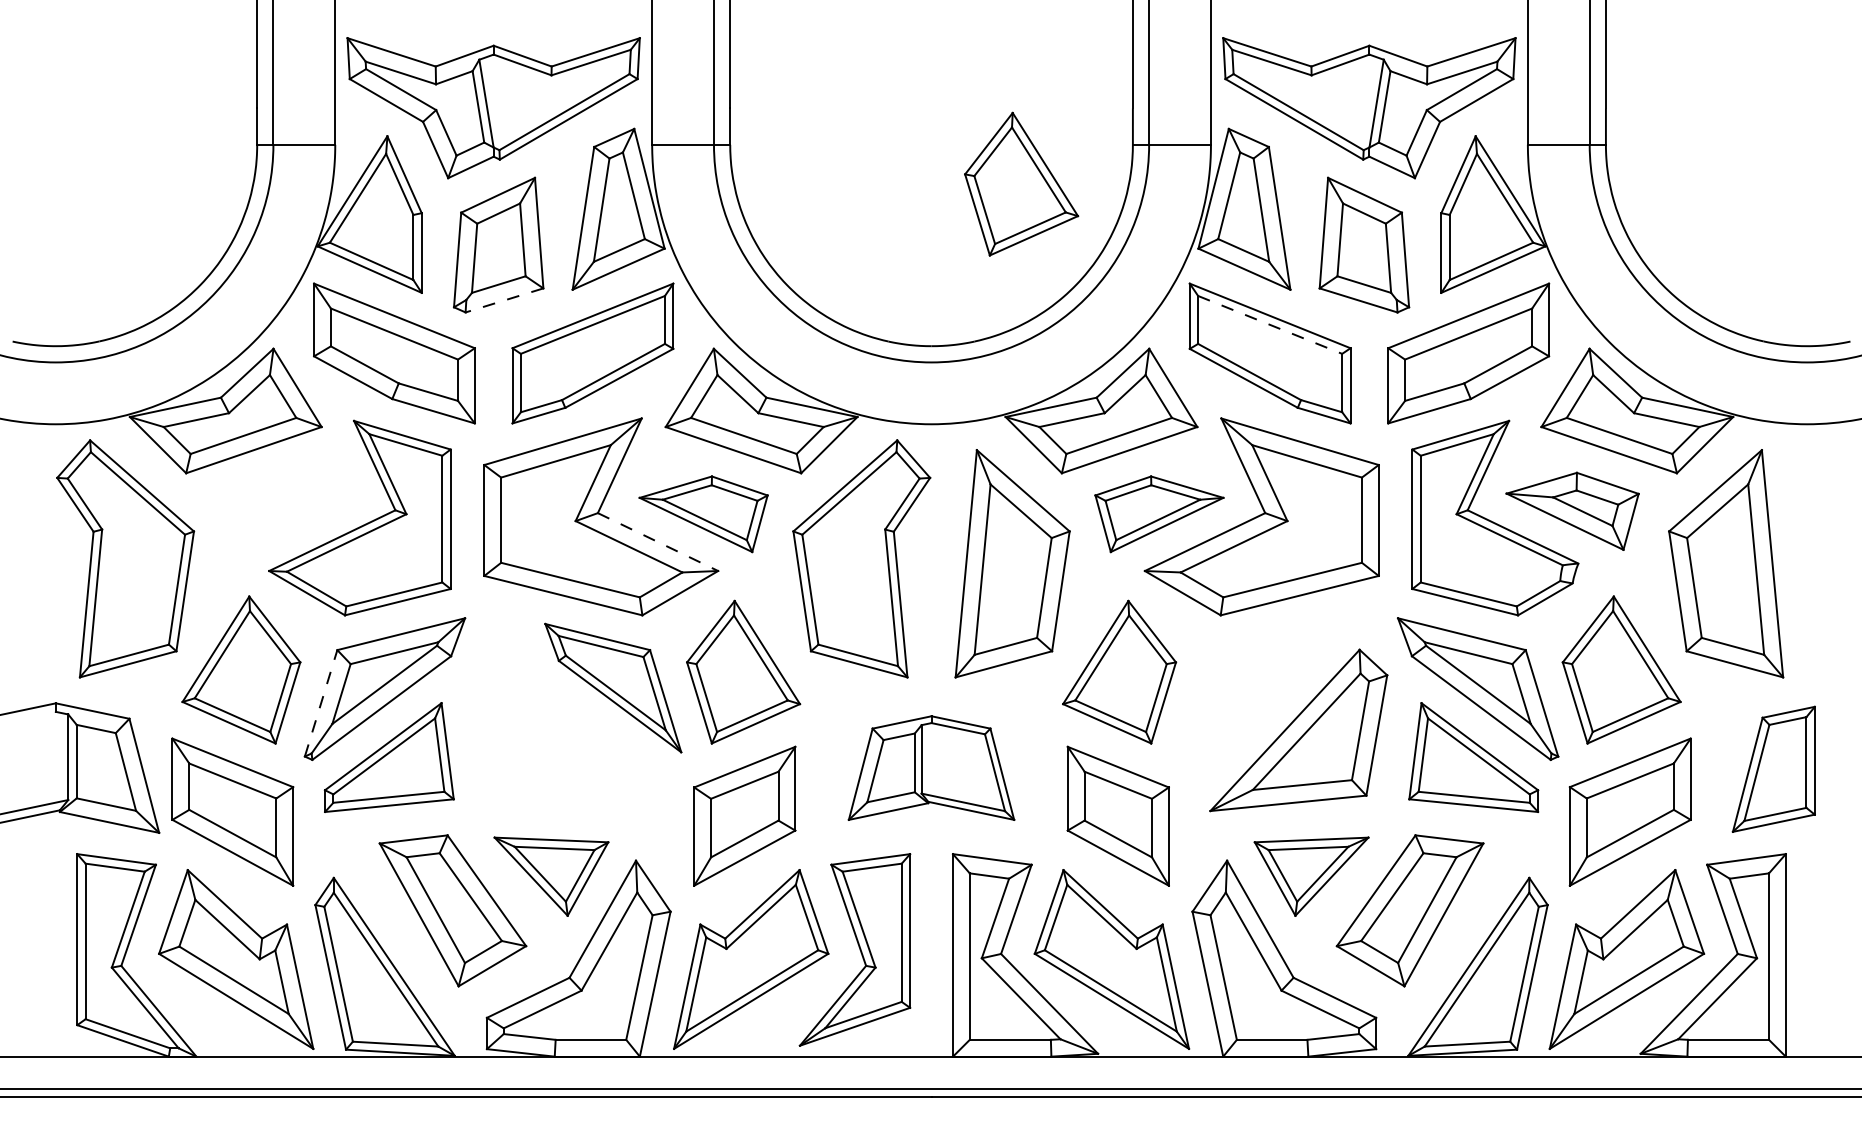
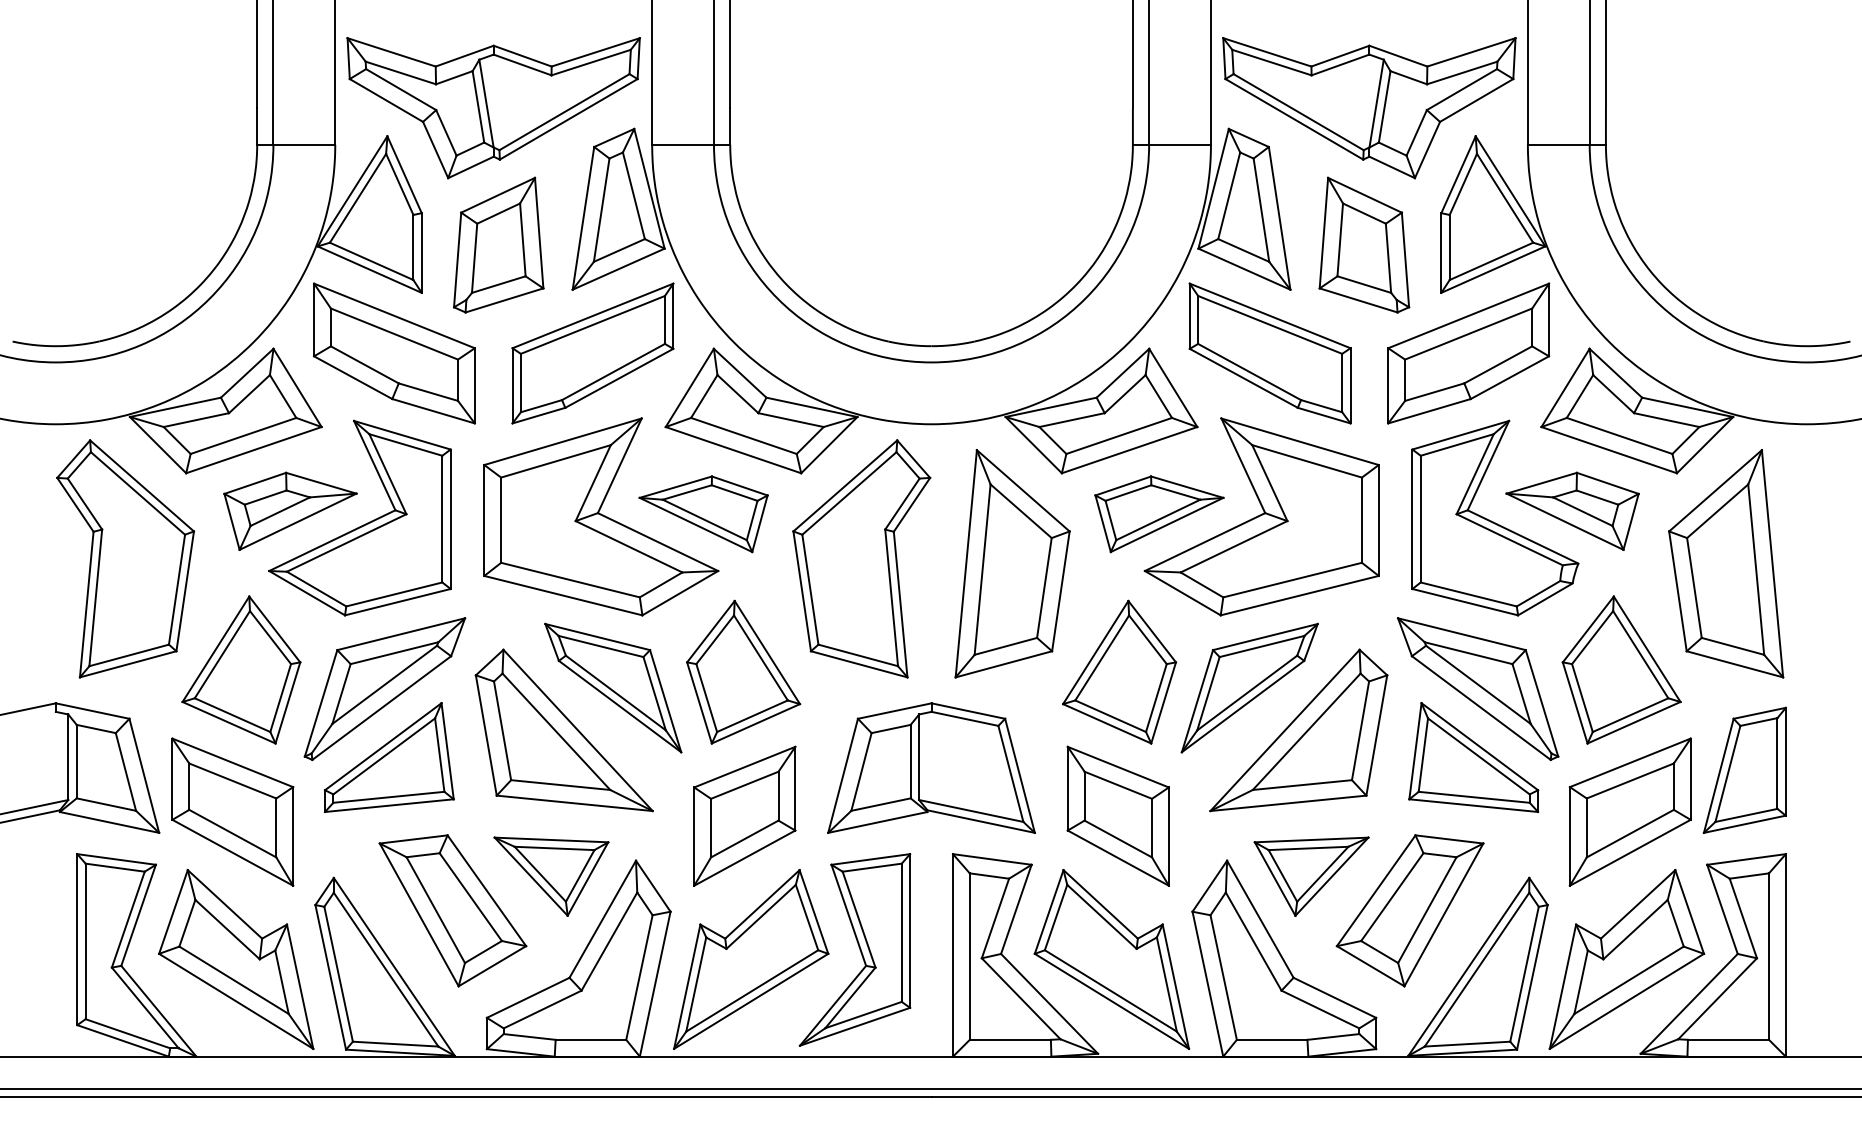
part at (1021, 183): present -> none
line at (504, 300): dashed -> solid
line at (1270, 324): dashed -> solid
part at (290, 510): none -> present
line at (658, 542): dashed -> solid
part at (1249, 687): none -> present
line at (321, 703): dashed -> solid
part at (563, 730): none -> present
part at (931, 767) size: 169x106 px -> 209x132 px
part at (1773, 768) position: (1773, 768) -> (1744, 769)
